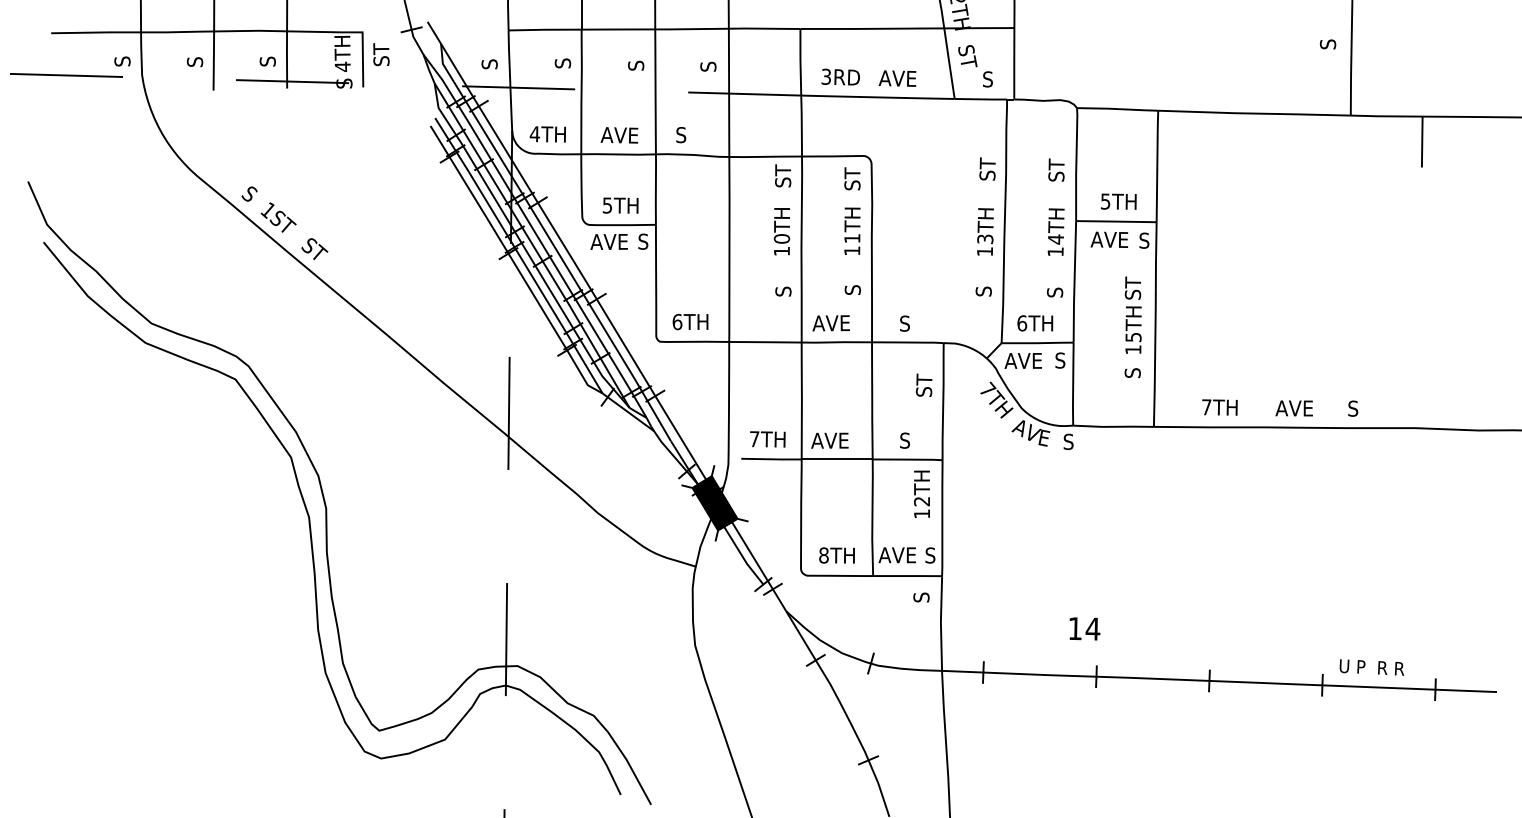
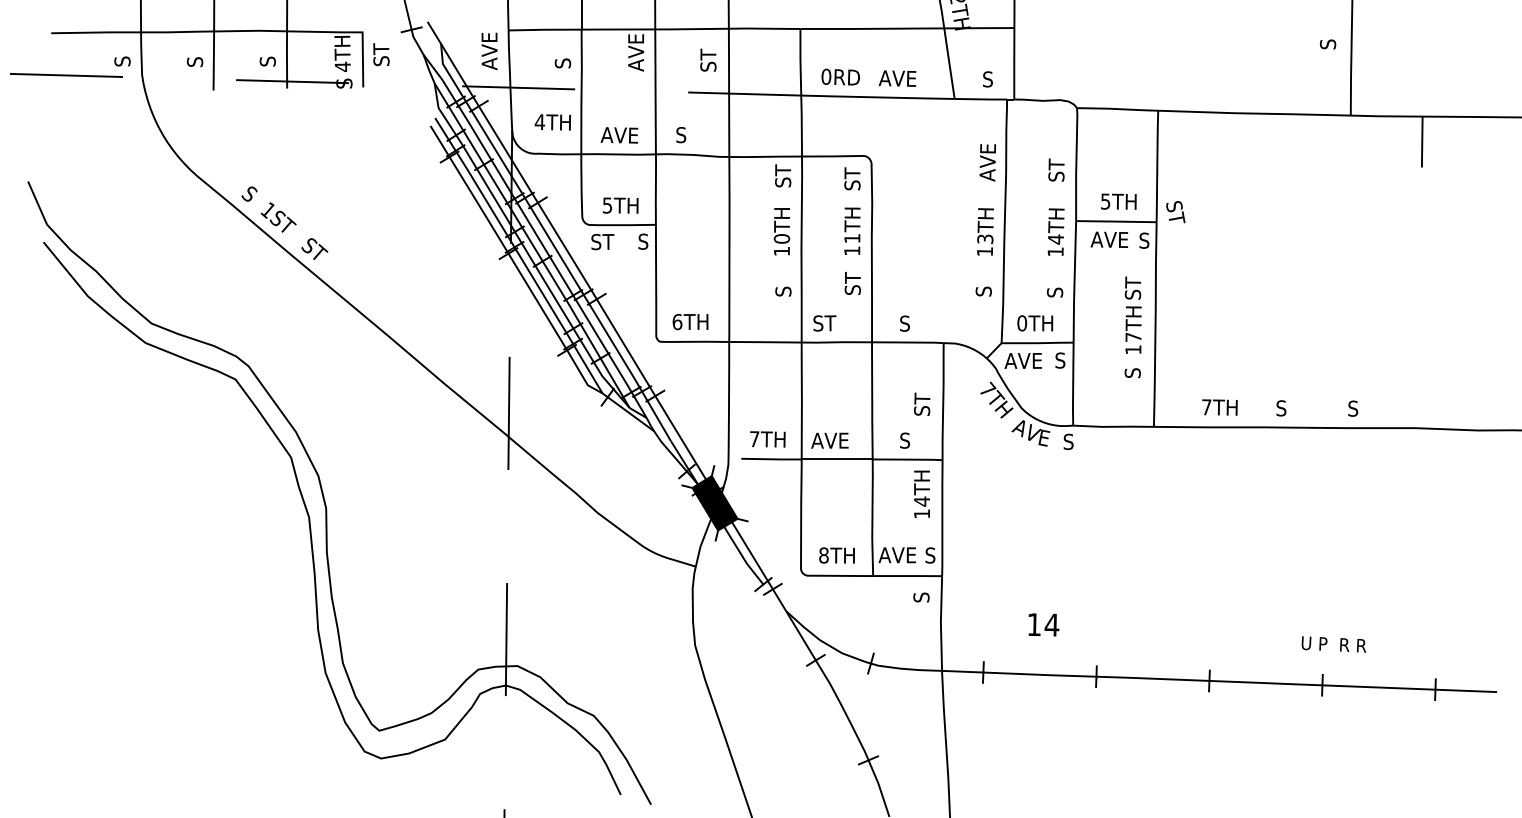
text at (489, 51): S -> AVE
text at (636, 52): S -> AVE
text at (708, 54): S -> ST
text at (967, 56) position: (967, 56) -> (1175, 212)
text at (826, 76): 3RD -> 0RD
text at (547, 134) position: (547, 134) -> (552, 122)
text at (987, 162): ST -> AVE
text at (608, 241): AVE -> ST
text at (852, 277): S -> ST
text at (830, 323): AVE -> ST
text at (1022, 323): 6TH -> 0TH
text at (1133, 337): 15TH -> 17TH
text at (924, 384) position: (924, 384) -> (922, 403)
text at (1293, 408): AVE -> S
text at (921, 501): 12TH -> 14TH
text at (1084, 628) position: (1084, 628) -> (1043, 624)
text at (1371, 667) position: (1371, 667) -> (1333, 644)
